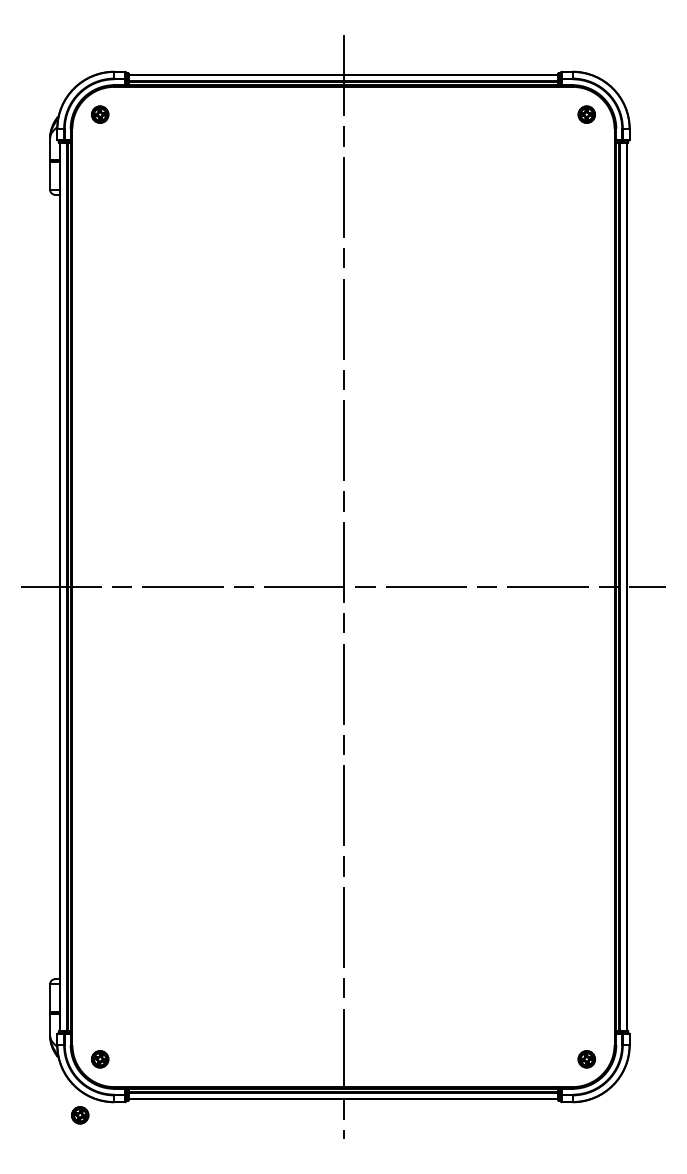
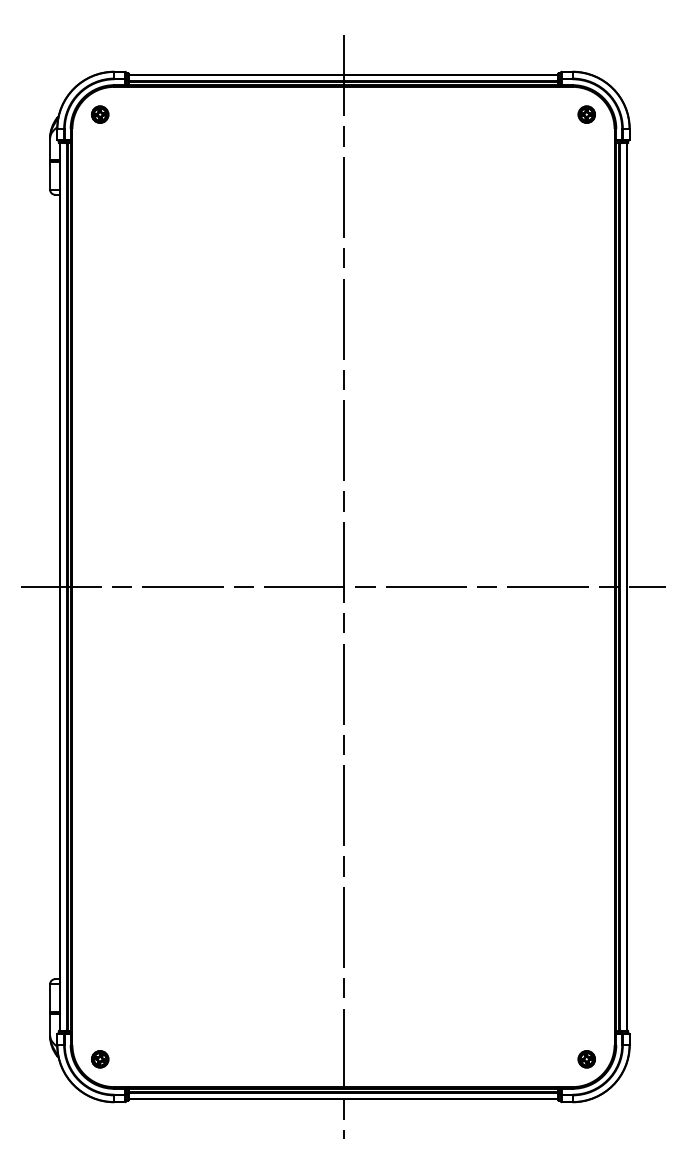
part at (80, 1115): present -> none
